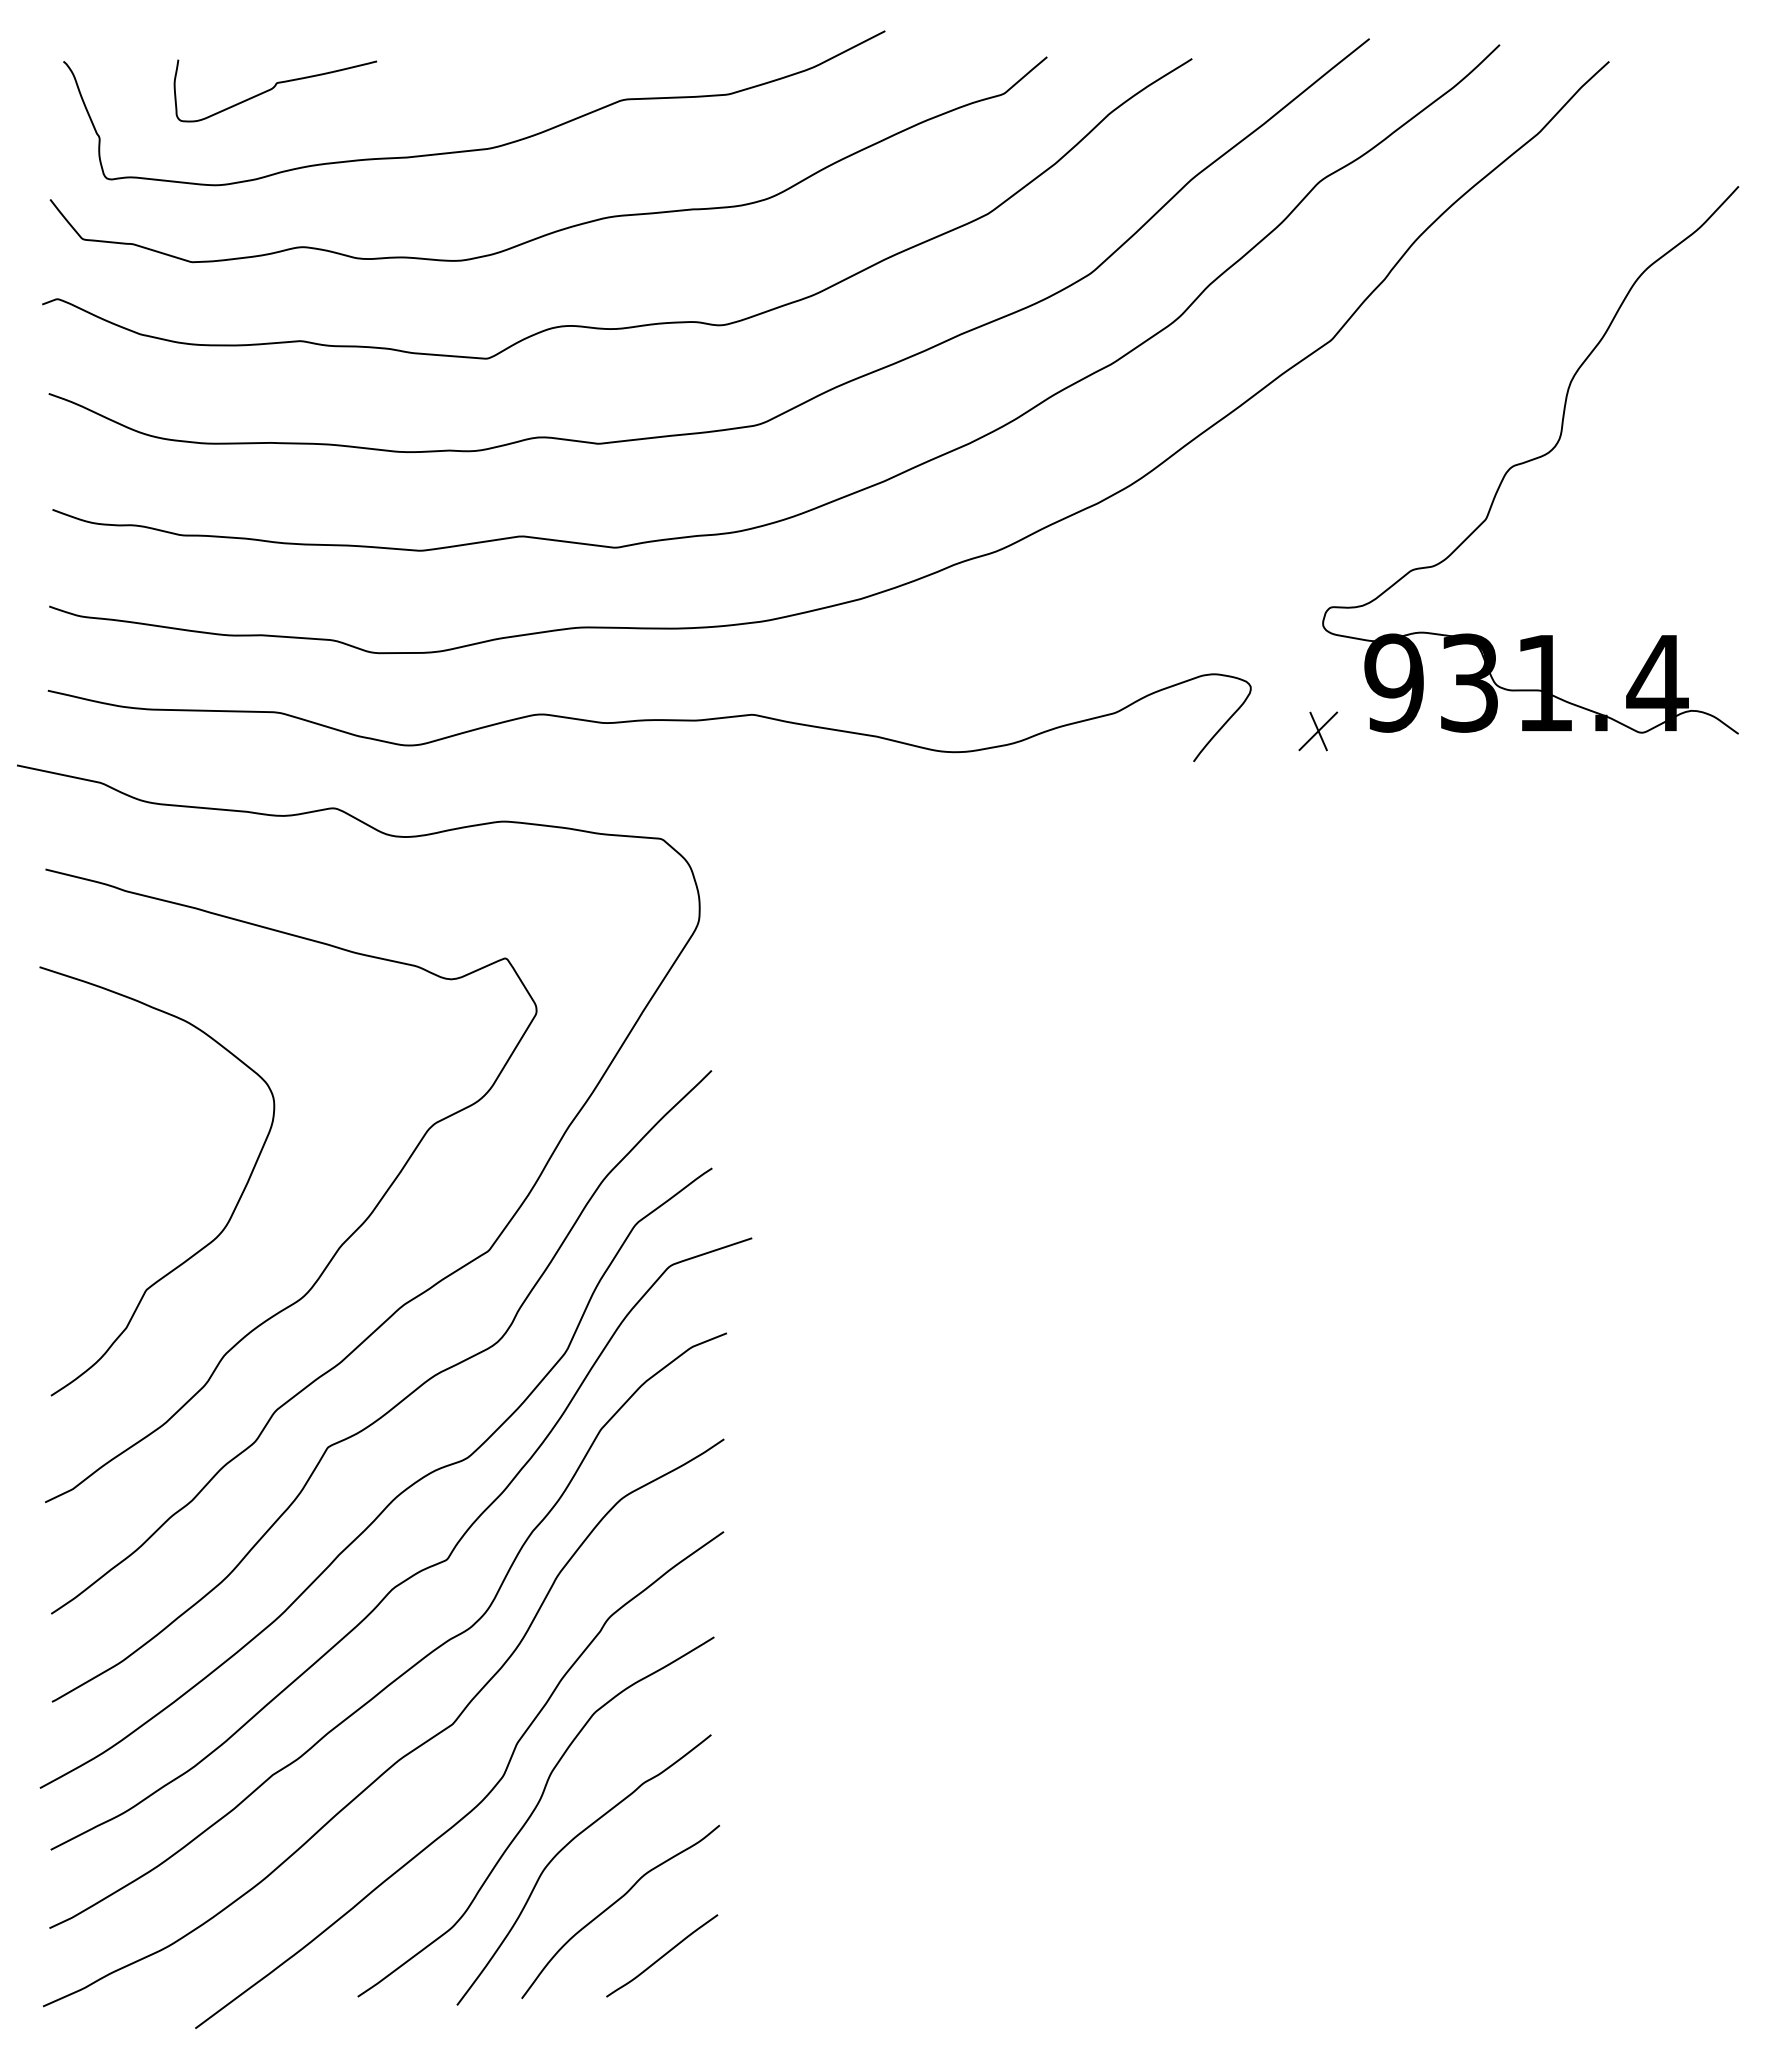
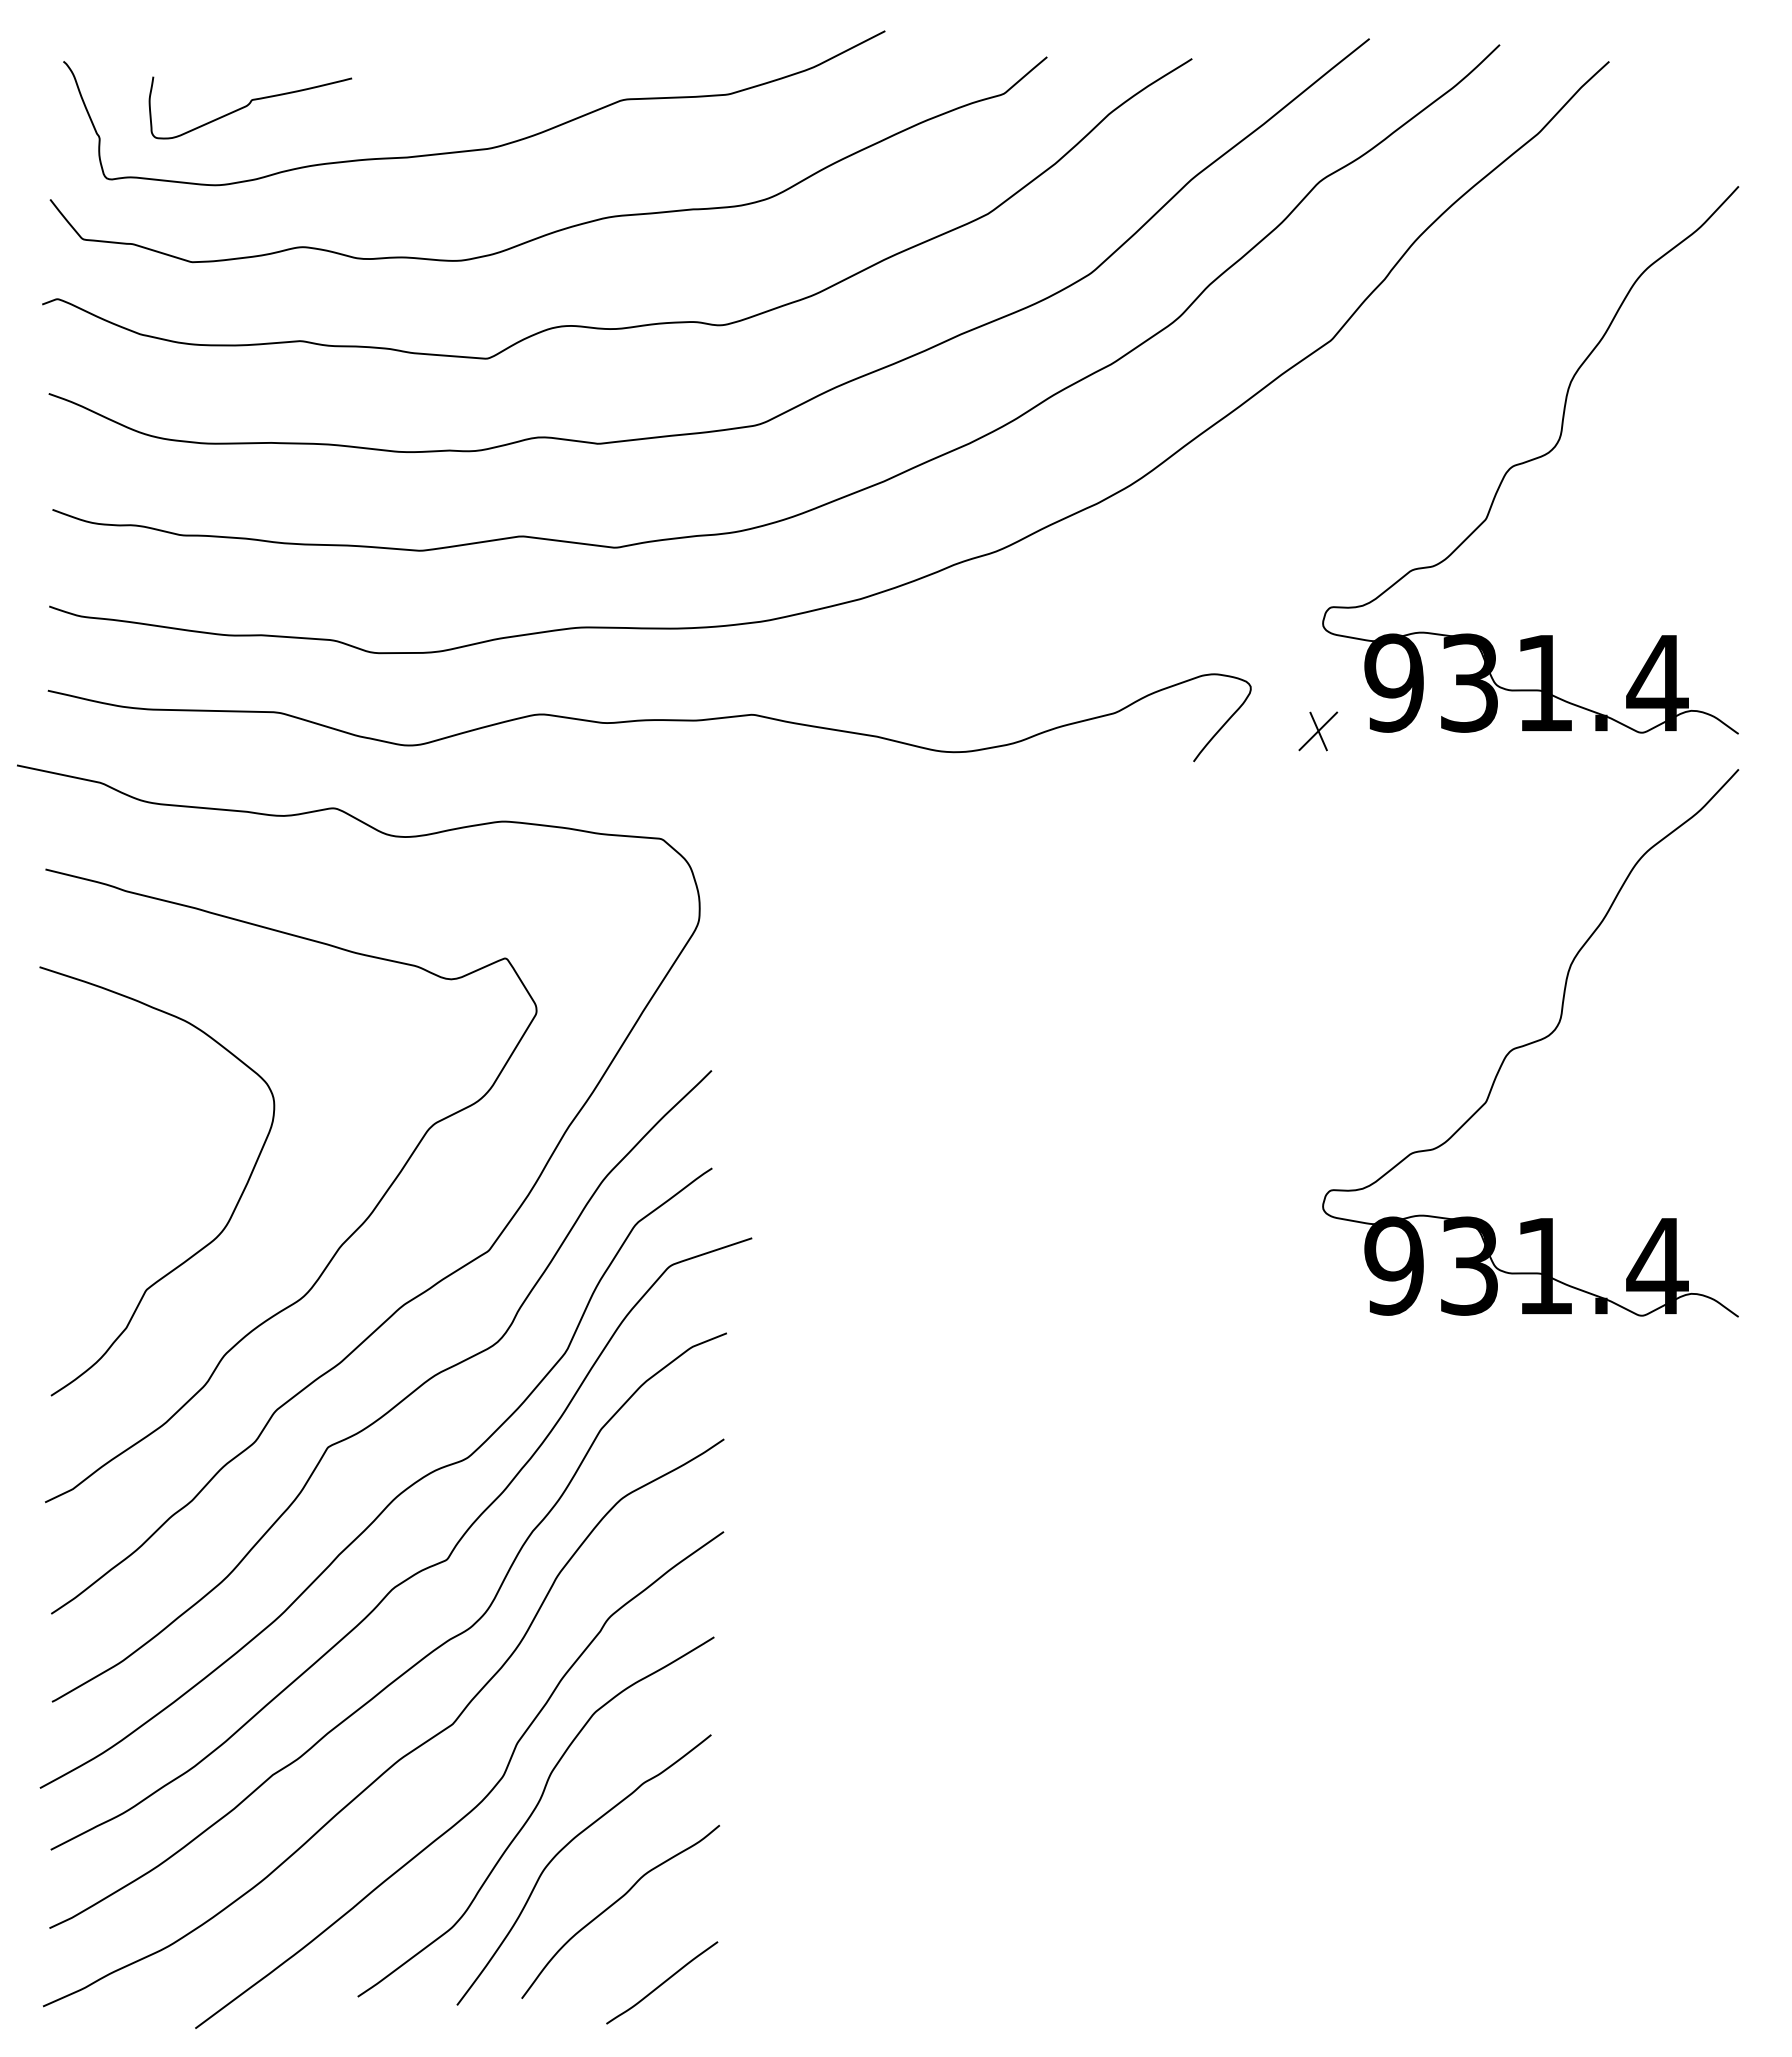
curve at (273, 88) position: (273, 88) -> (248, 105)
part at (1530, 1043): none -> present
curve at (662, 1955) position: (662, 1955) -> (662, 1982)
